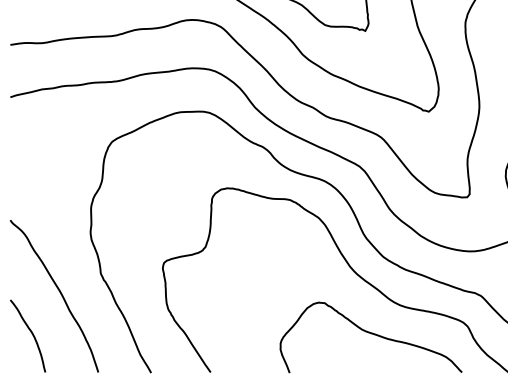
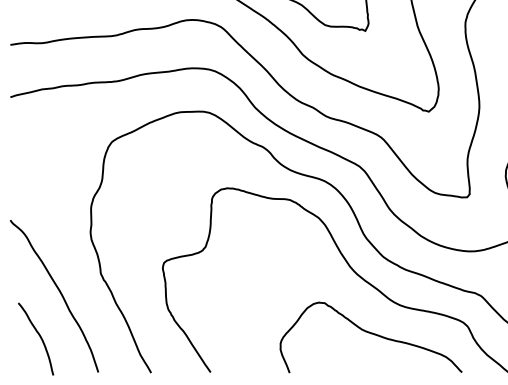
curve at (31, 334) position: (31, 334) -> (39, 337)
